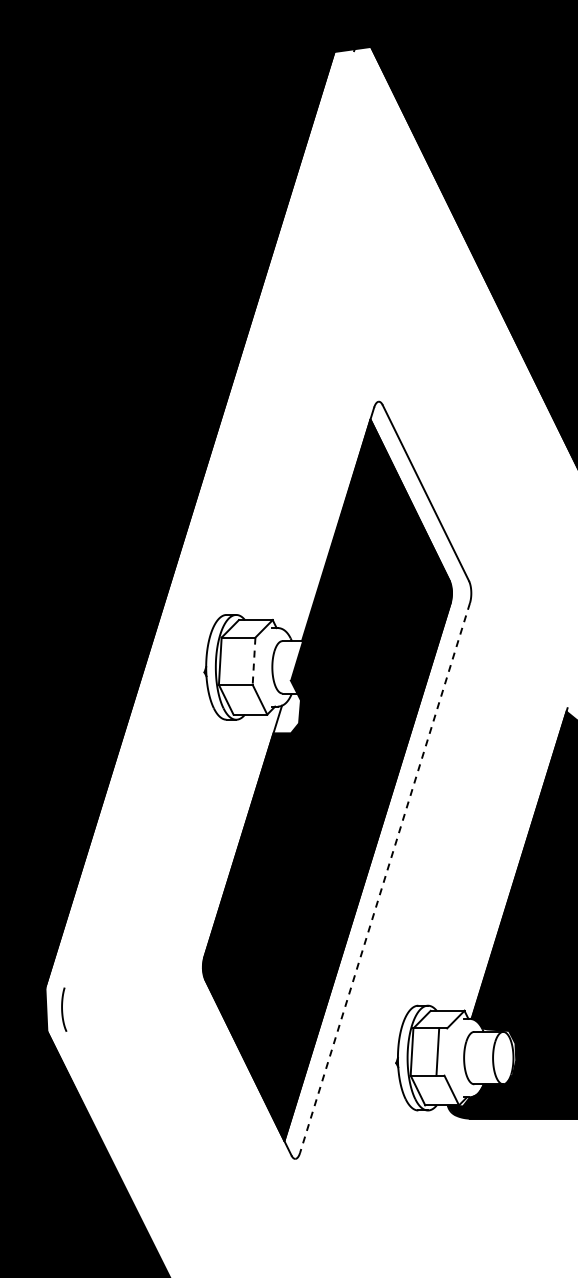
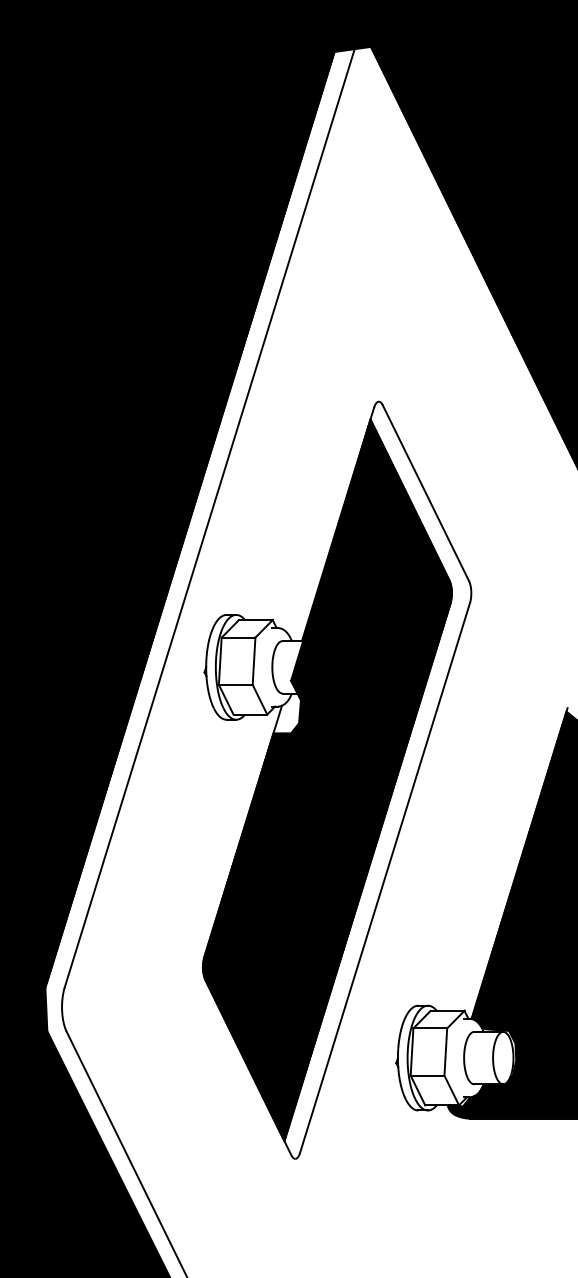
line at (208, 519): none -> present
line at (254, 661): dashed -> solid
line at (385, 878): dashed -> solid
line at (437, 1051) position: (437, 1051) -> (445, 1051)
line at (125, 1152): none -> present
